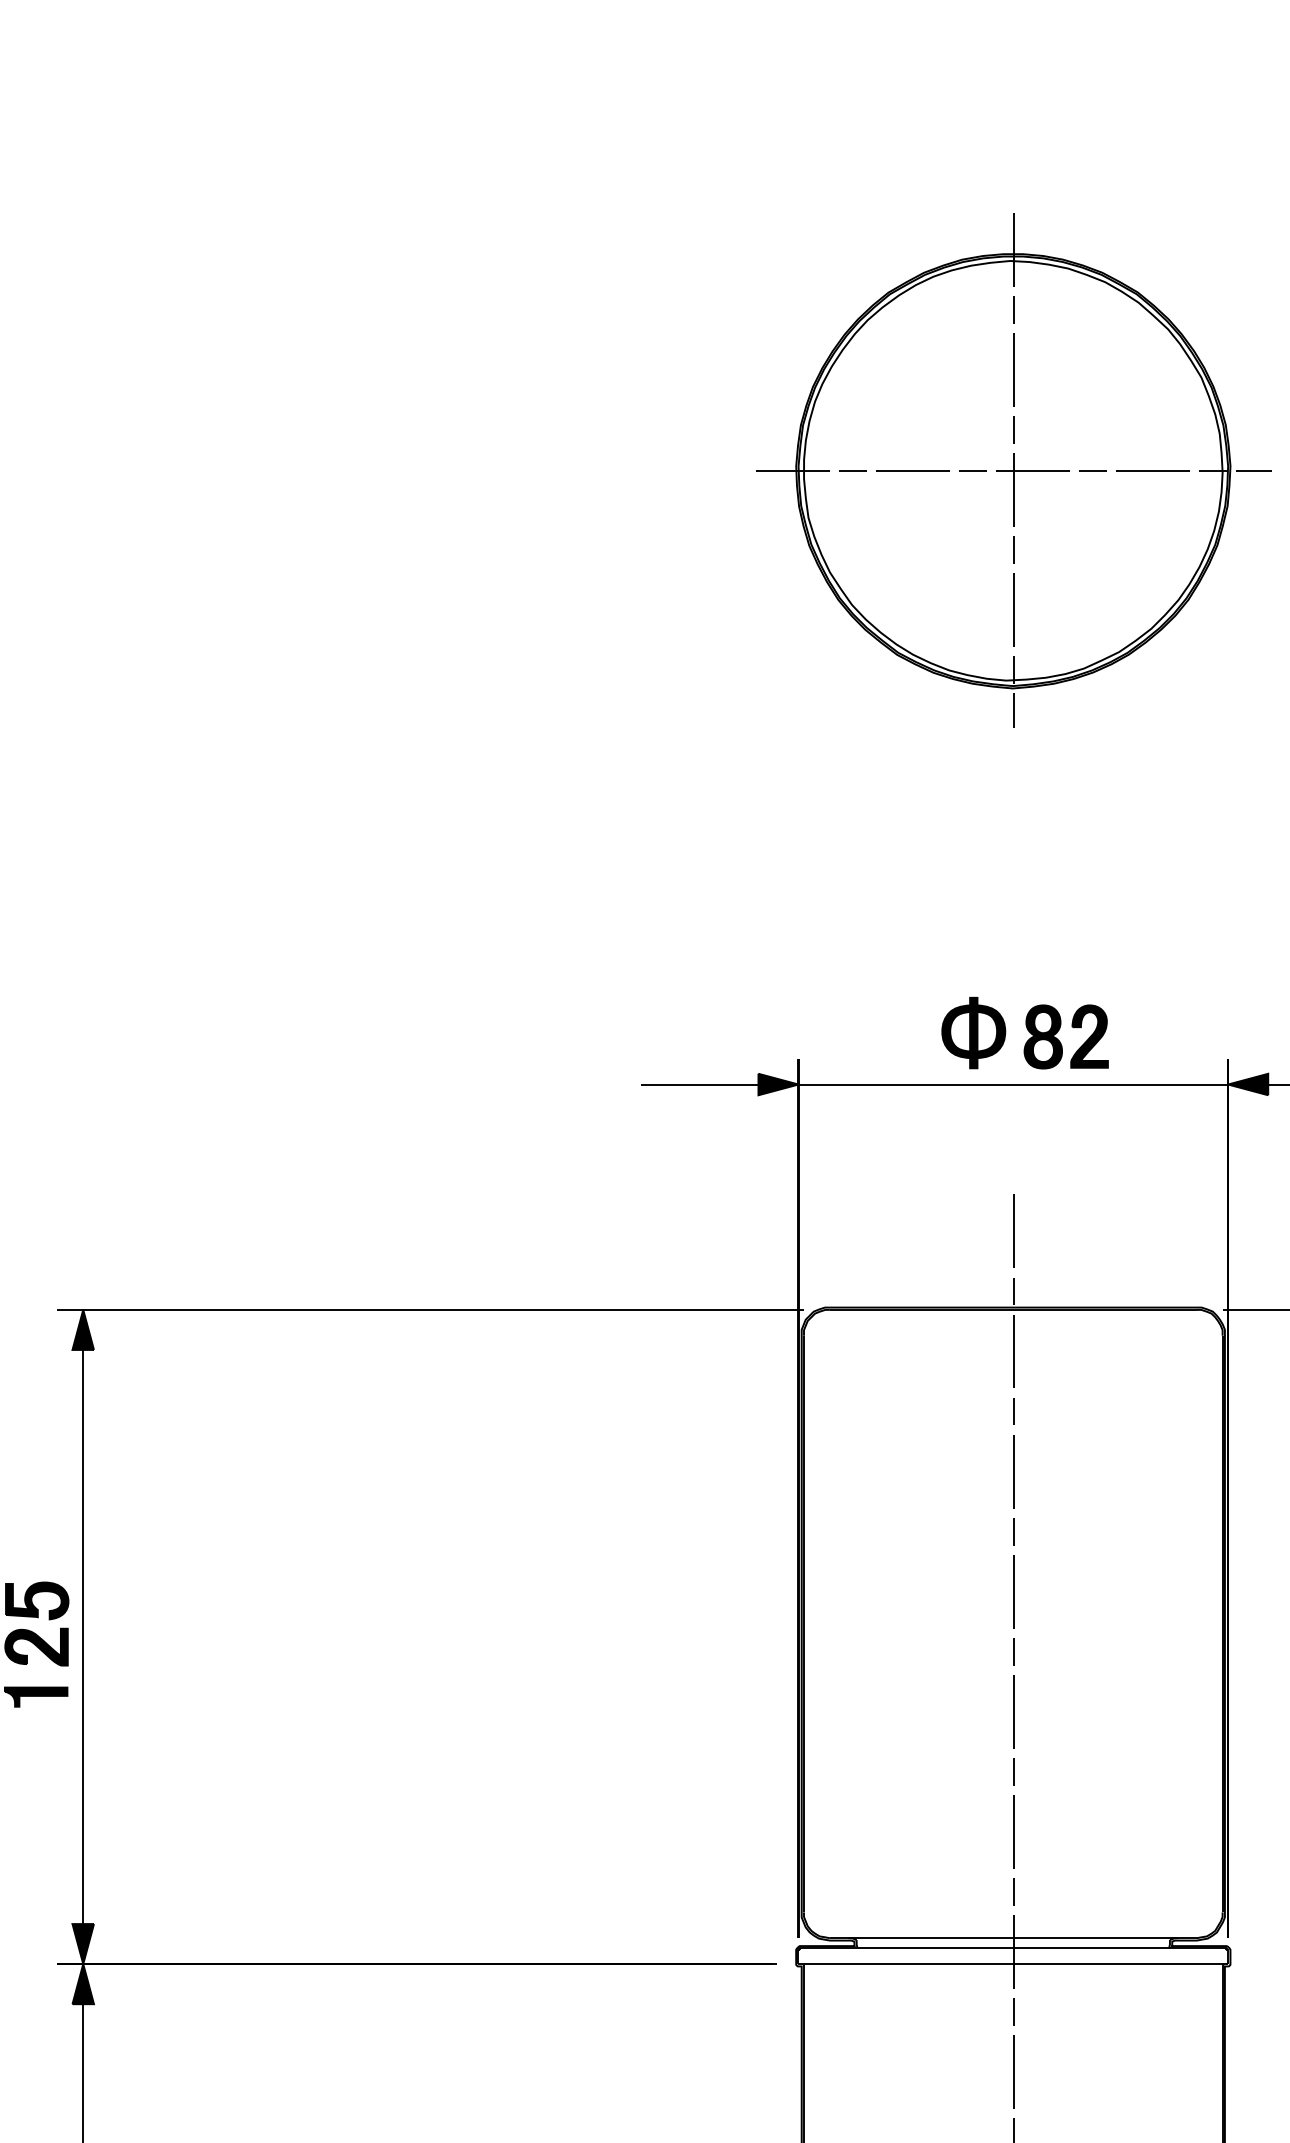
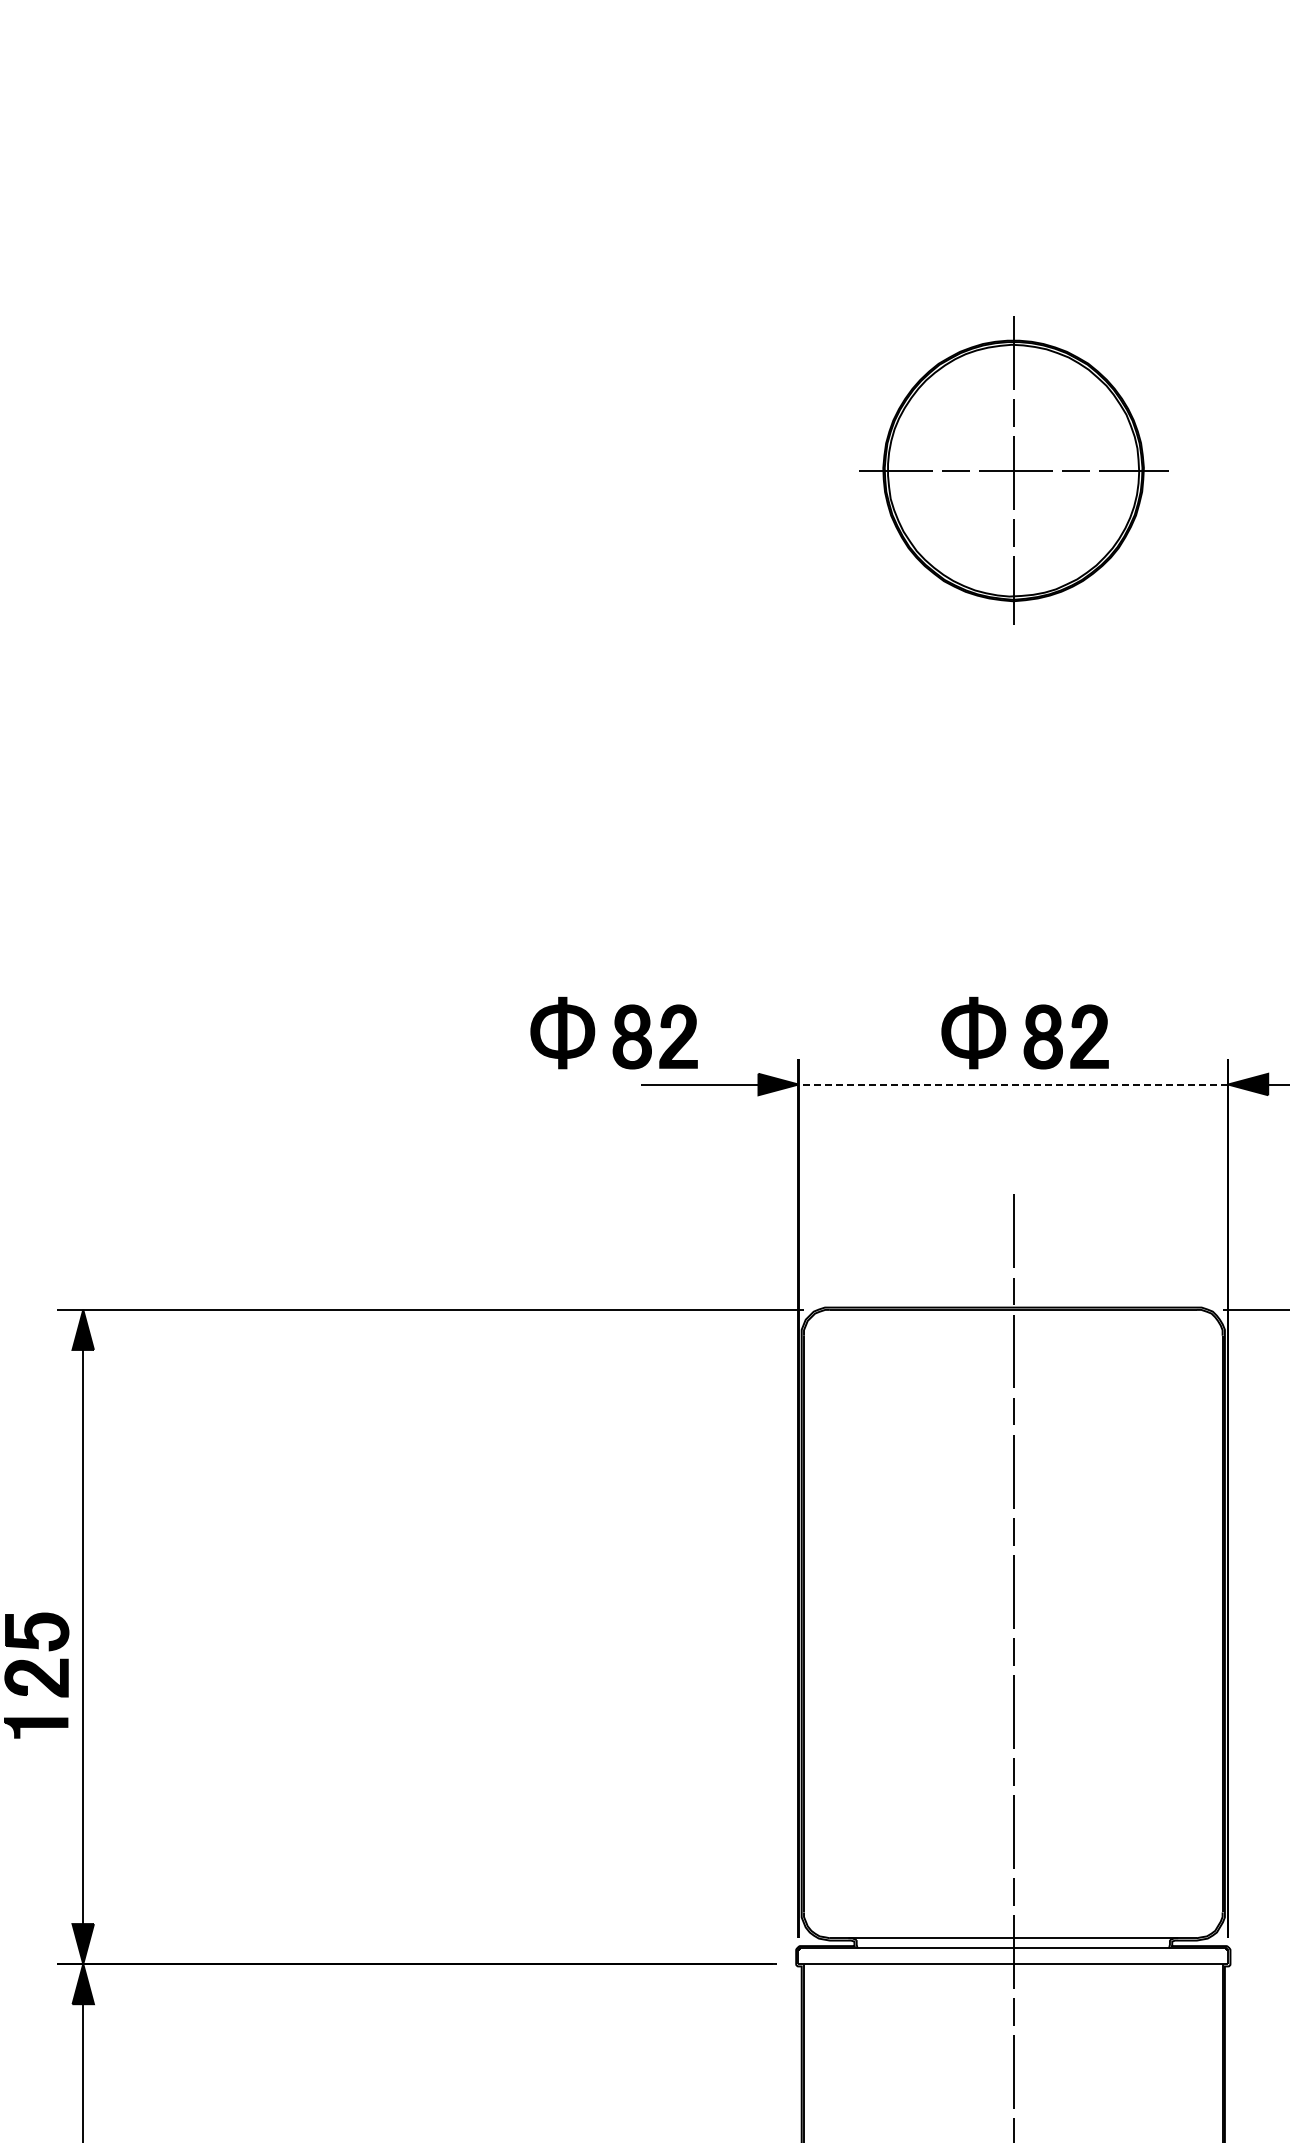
part at (1013, 470) size: 516x515 px -> 310x309 px
part at (613, 1032): none -> present
line at (1013, 1084): solid -> dashed
part at (36, 1644) position: (36, 1644) -> (36, 1675)
